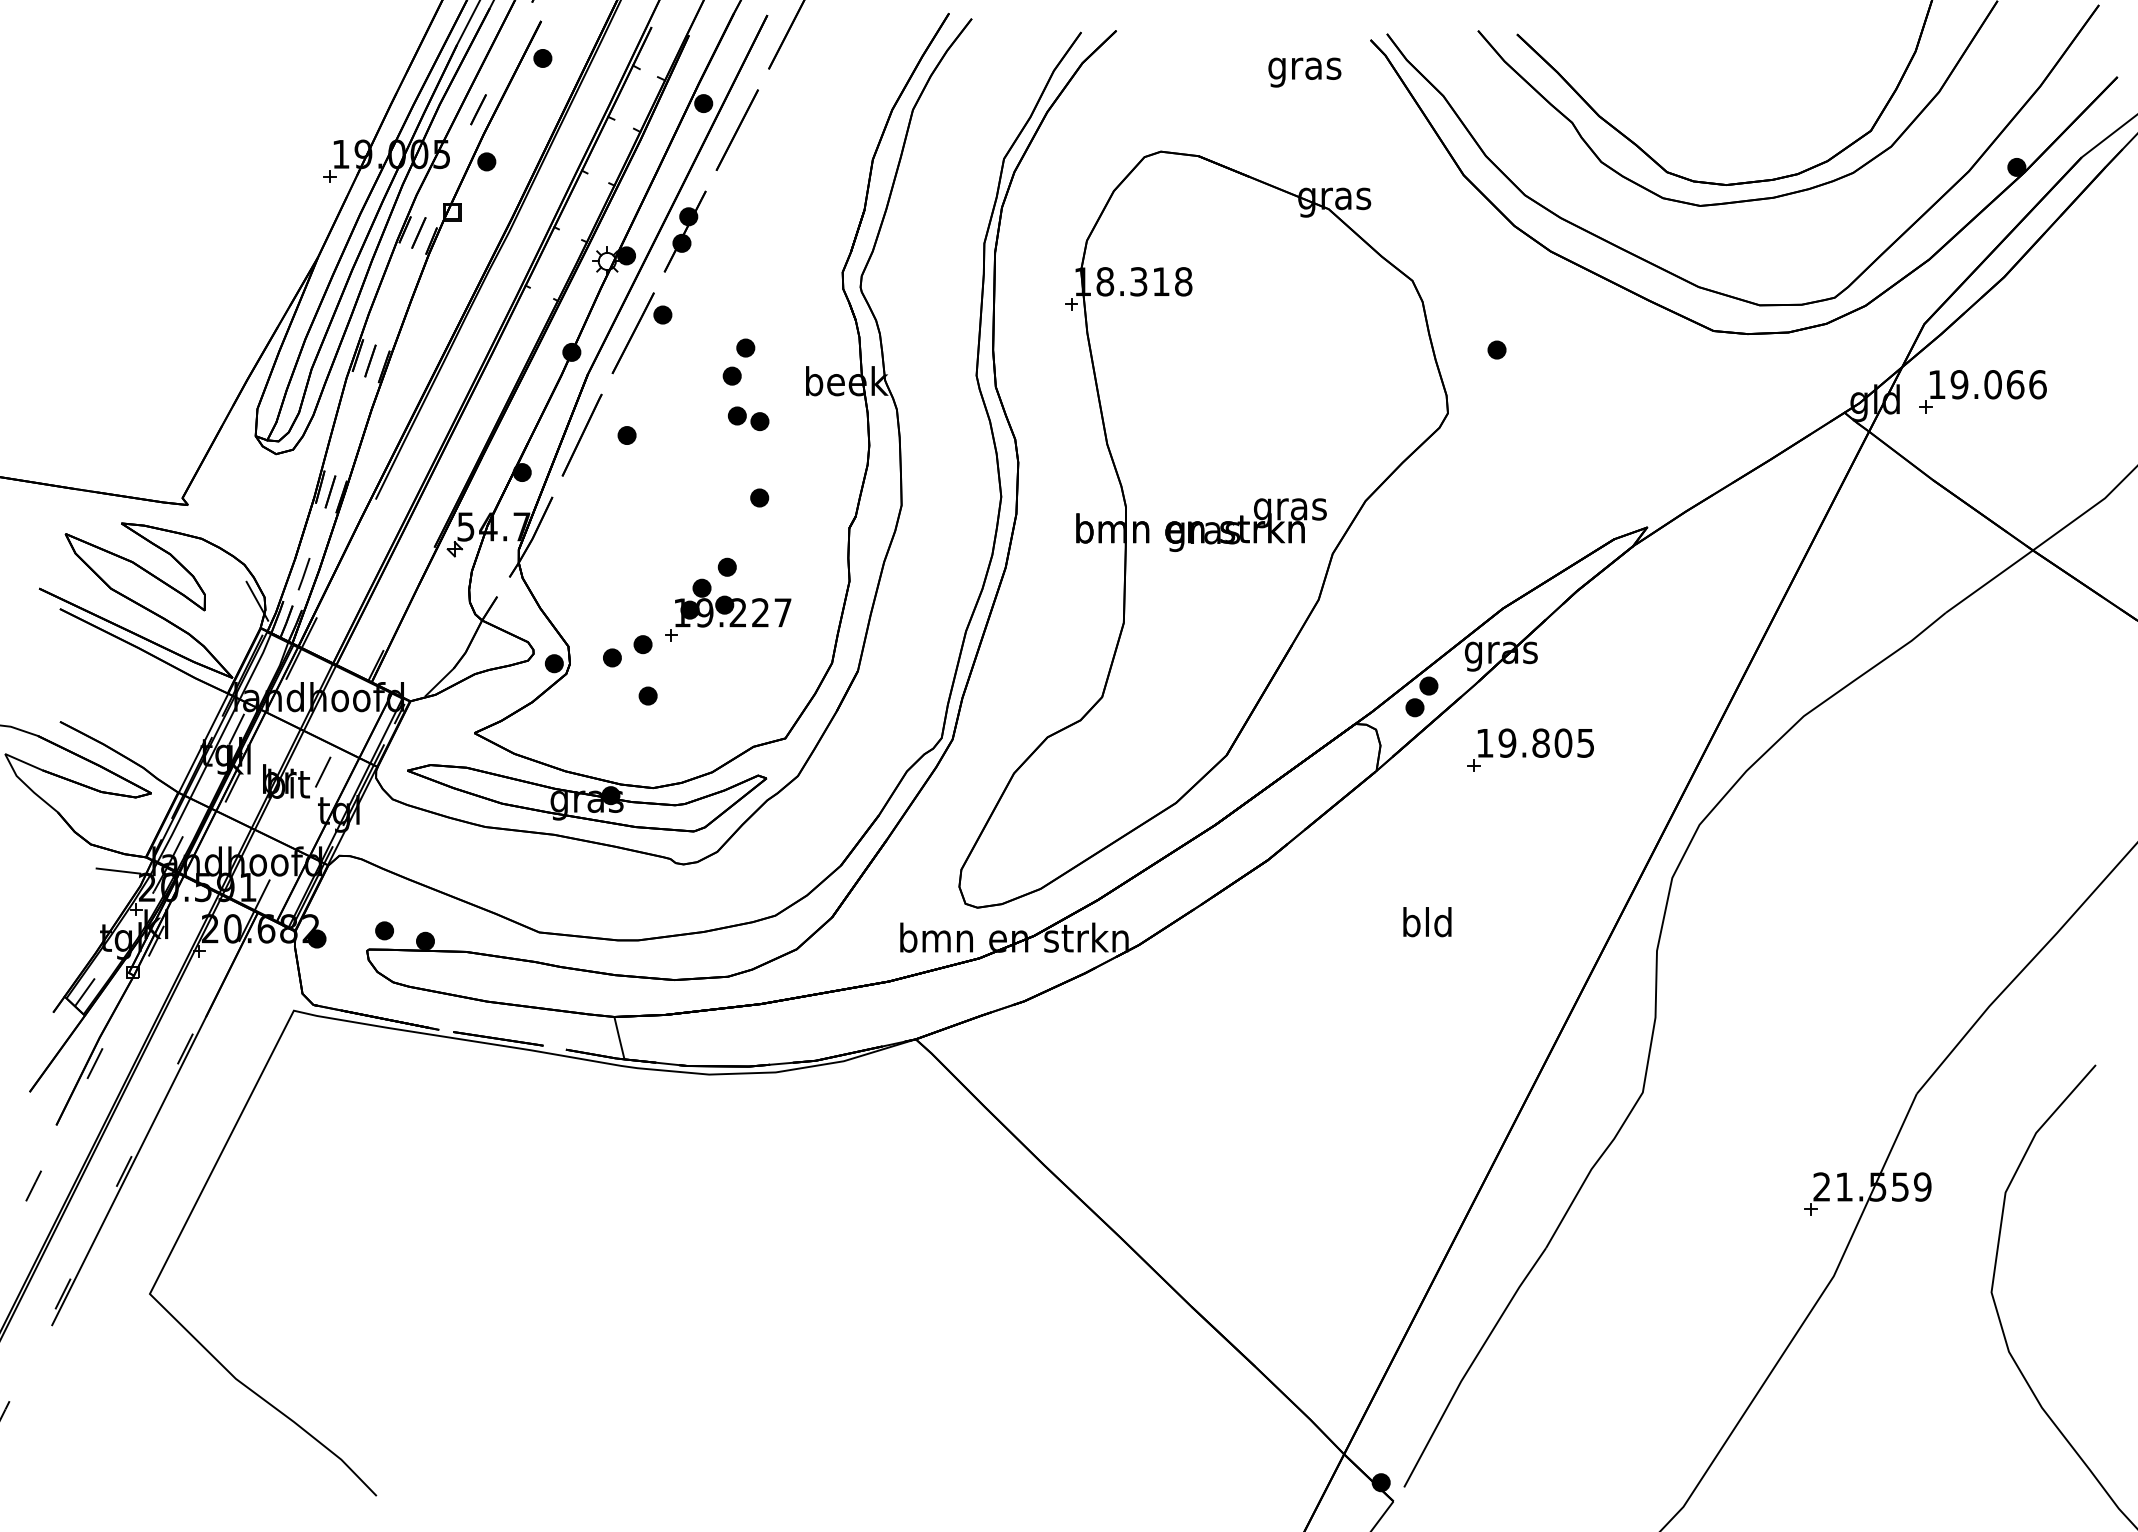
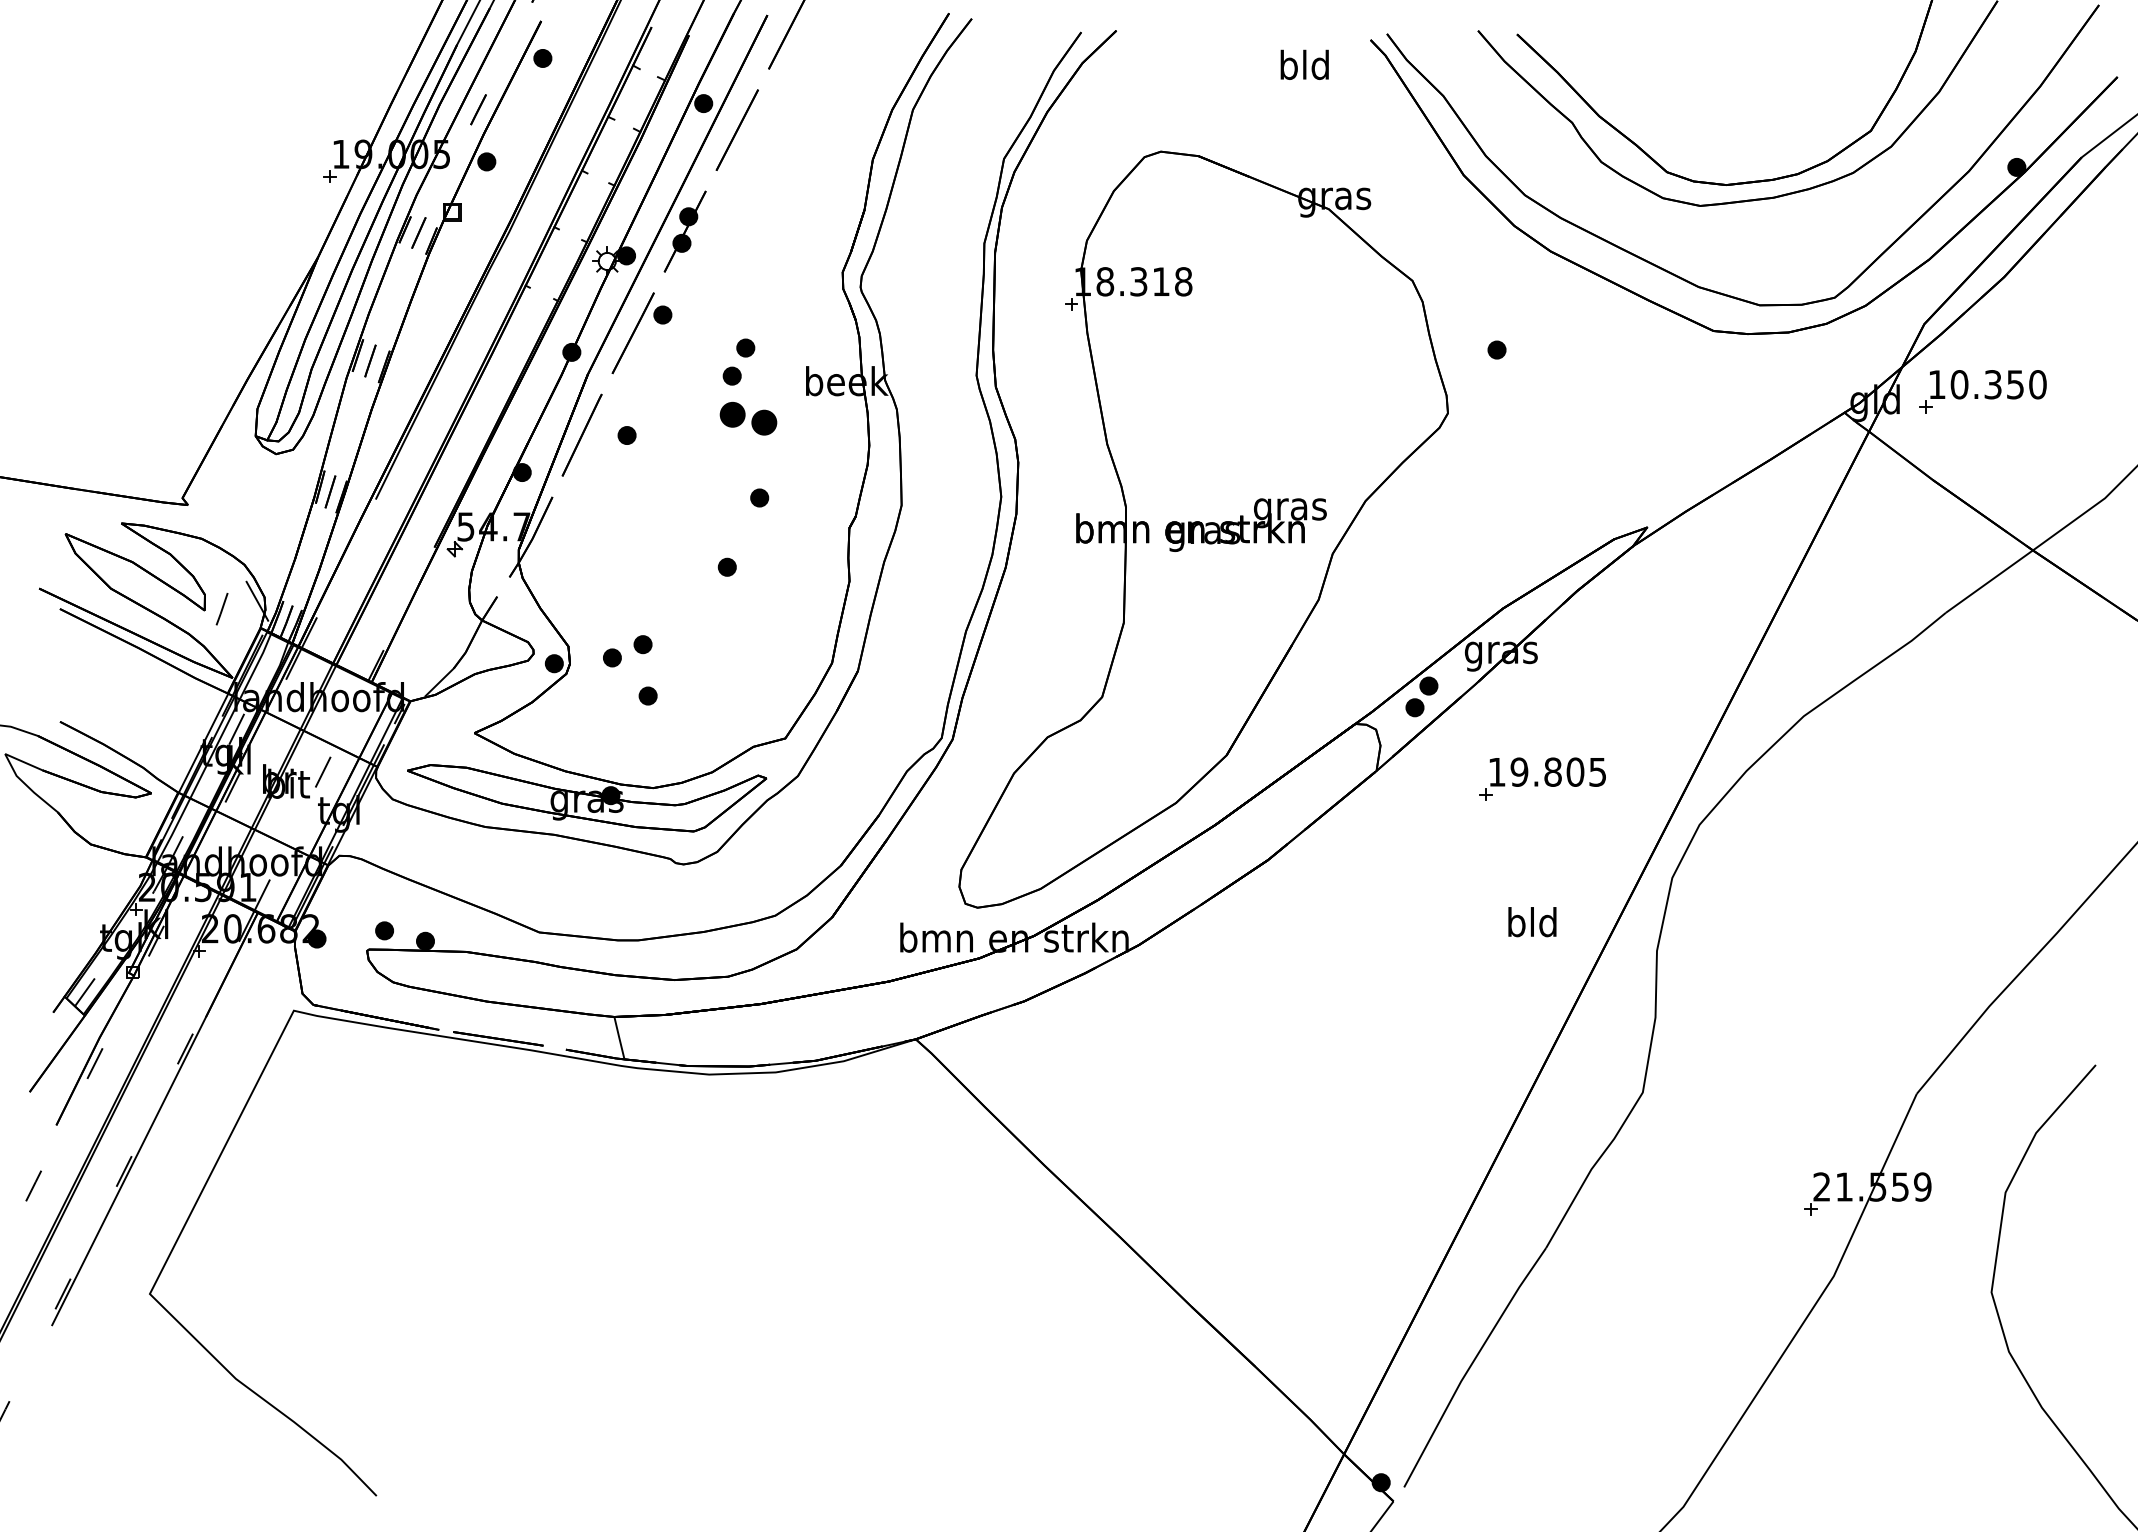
text at (1304, 68): gras -> bld
text at (1998, 384): 19.066 -> 10.350
part at (748, 418) size: 42x26 px -> 59x35 px
line at (303, 574) position: (303, 574) -> (221, 609)
part at (728, 609): present -> none
part at (1530, 749) position: (1530, 749) -> (1542, 778)
line at (118, 870): present -> none
text at (1427, 922) position: (1427, 922) -> (1532, 922)
